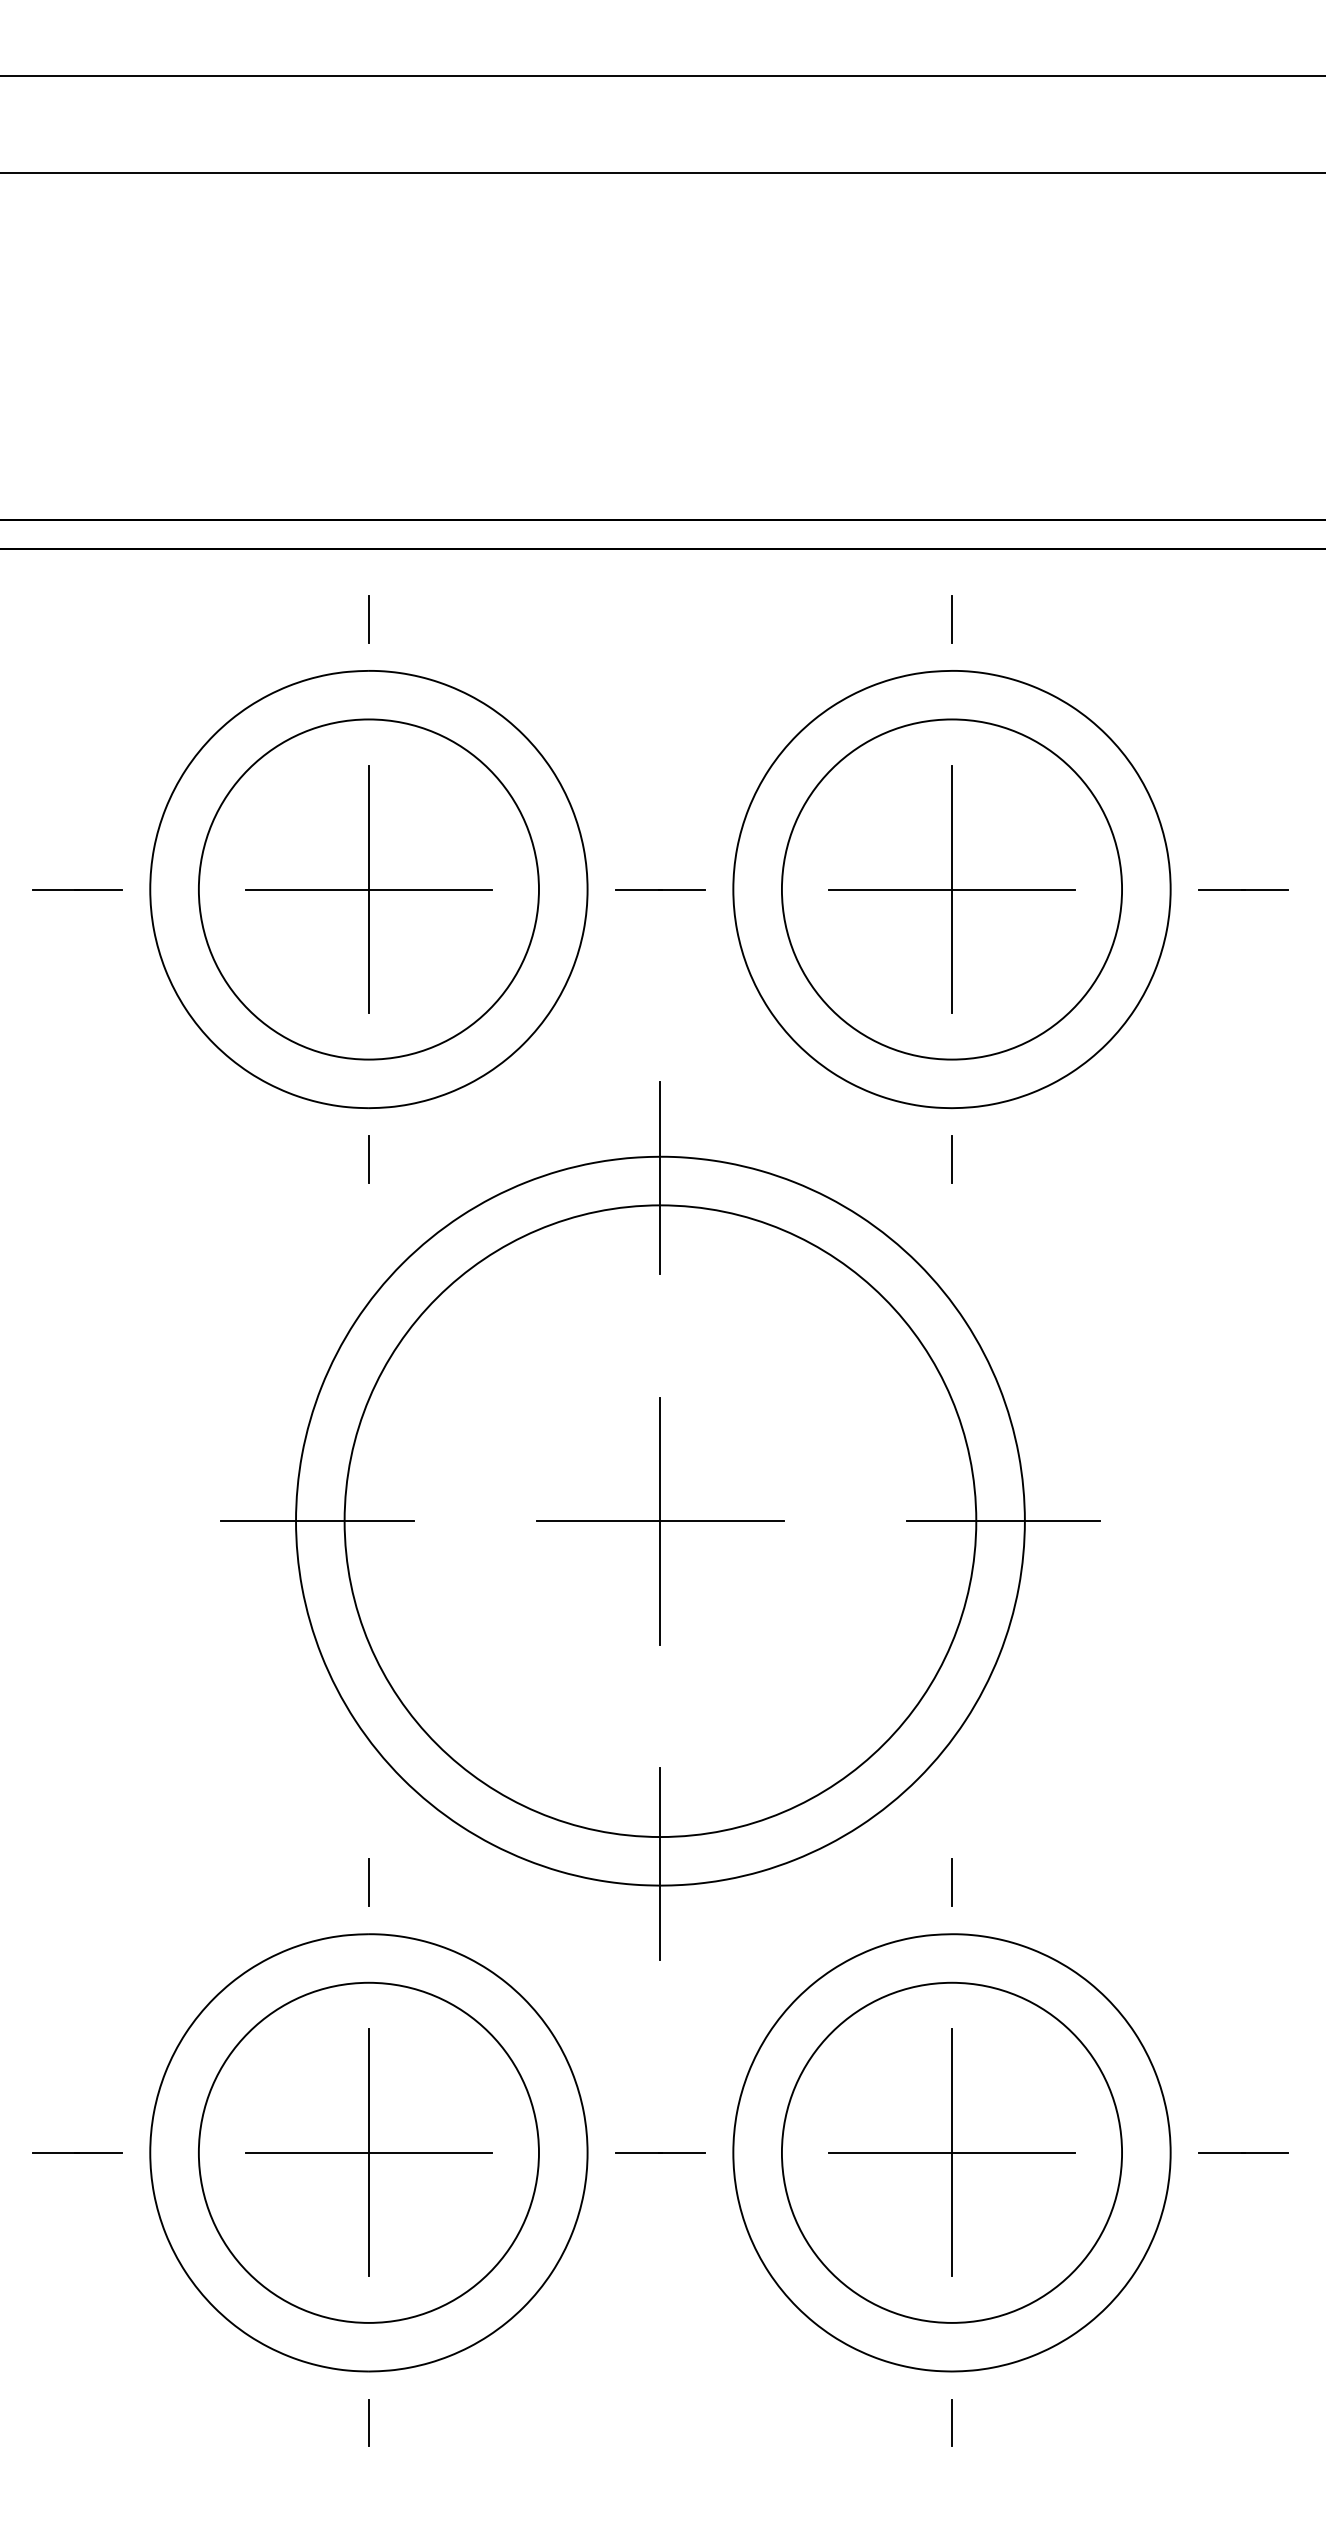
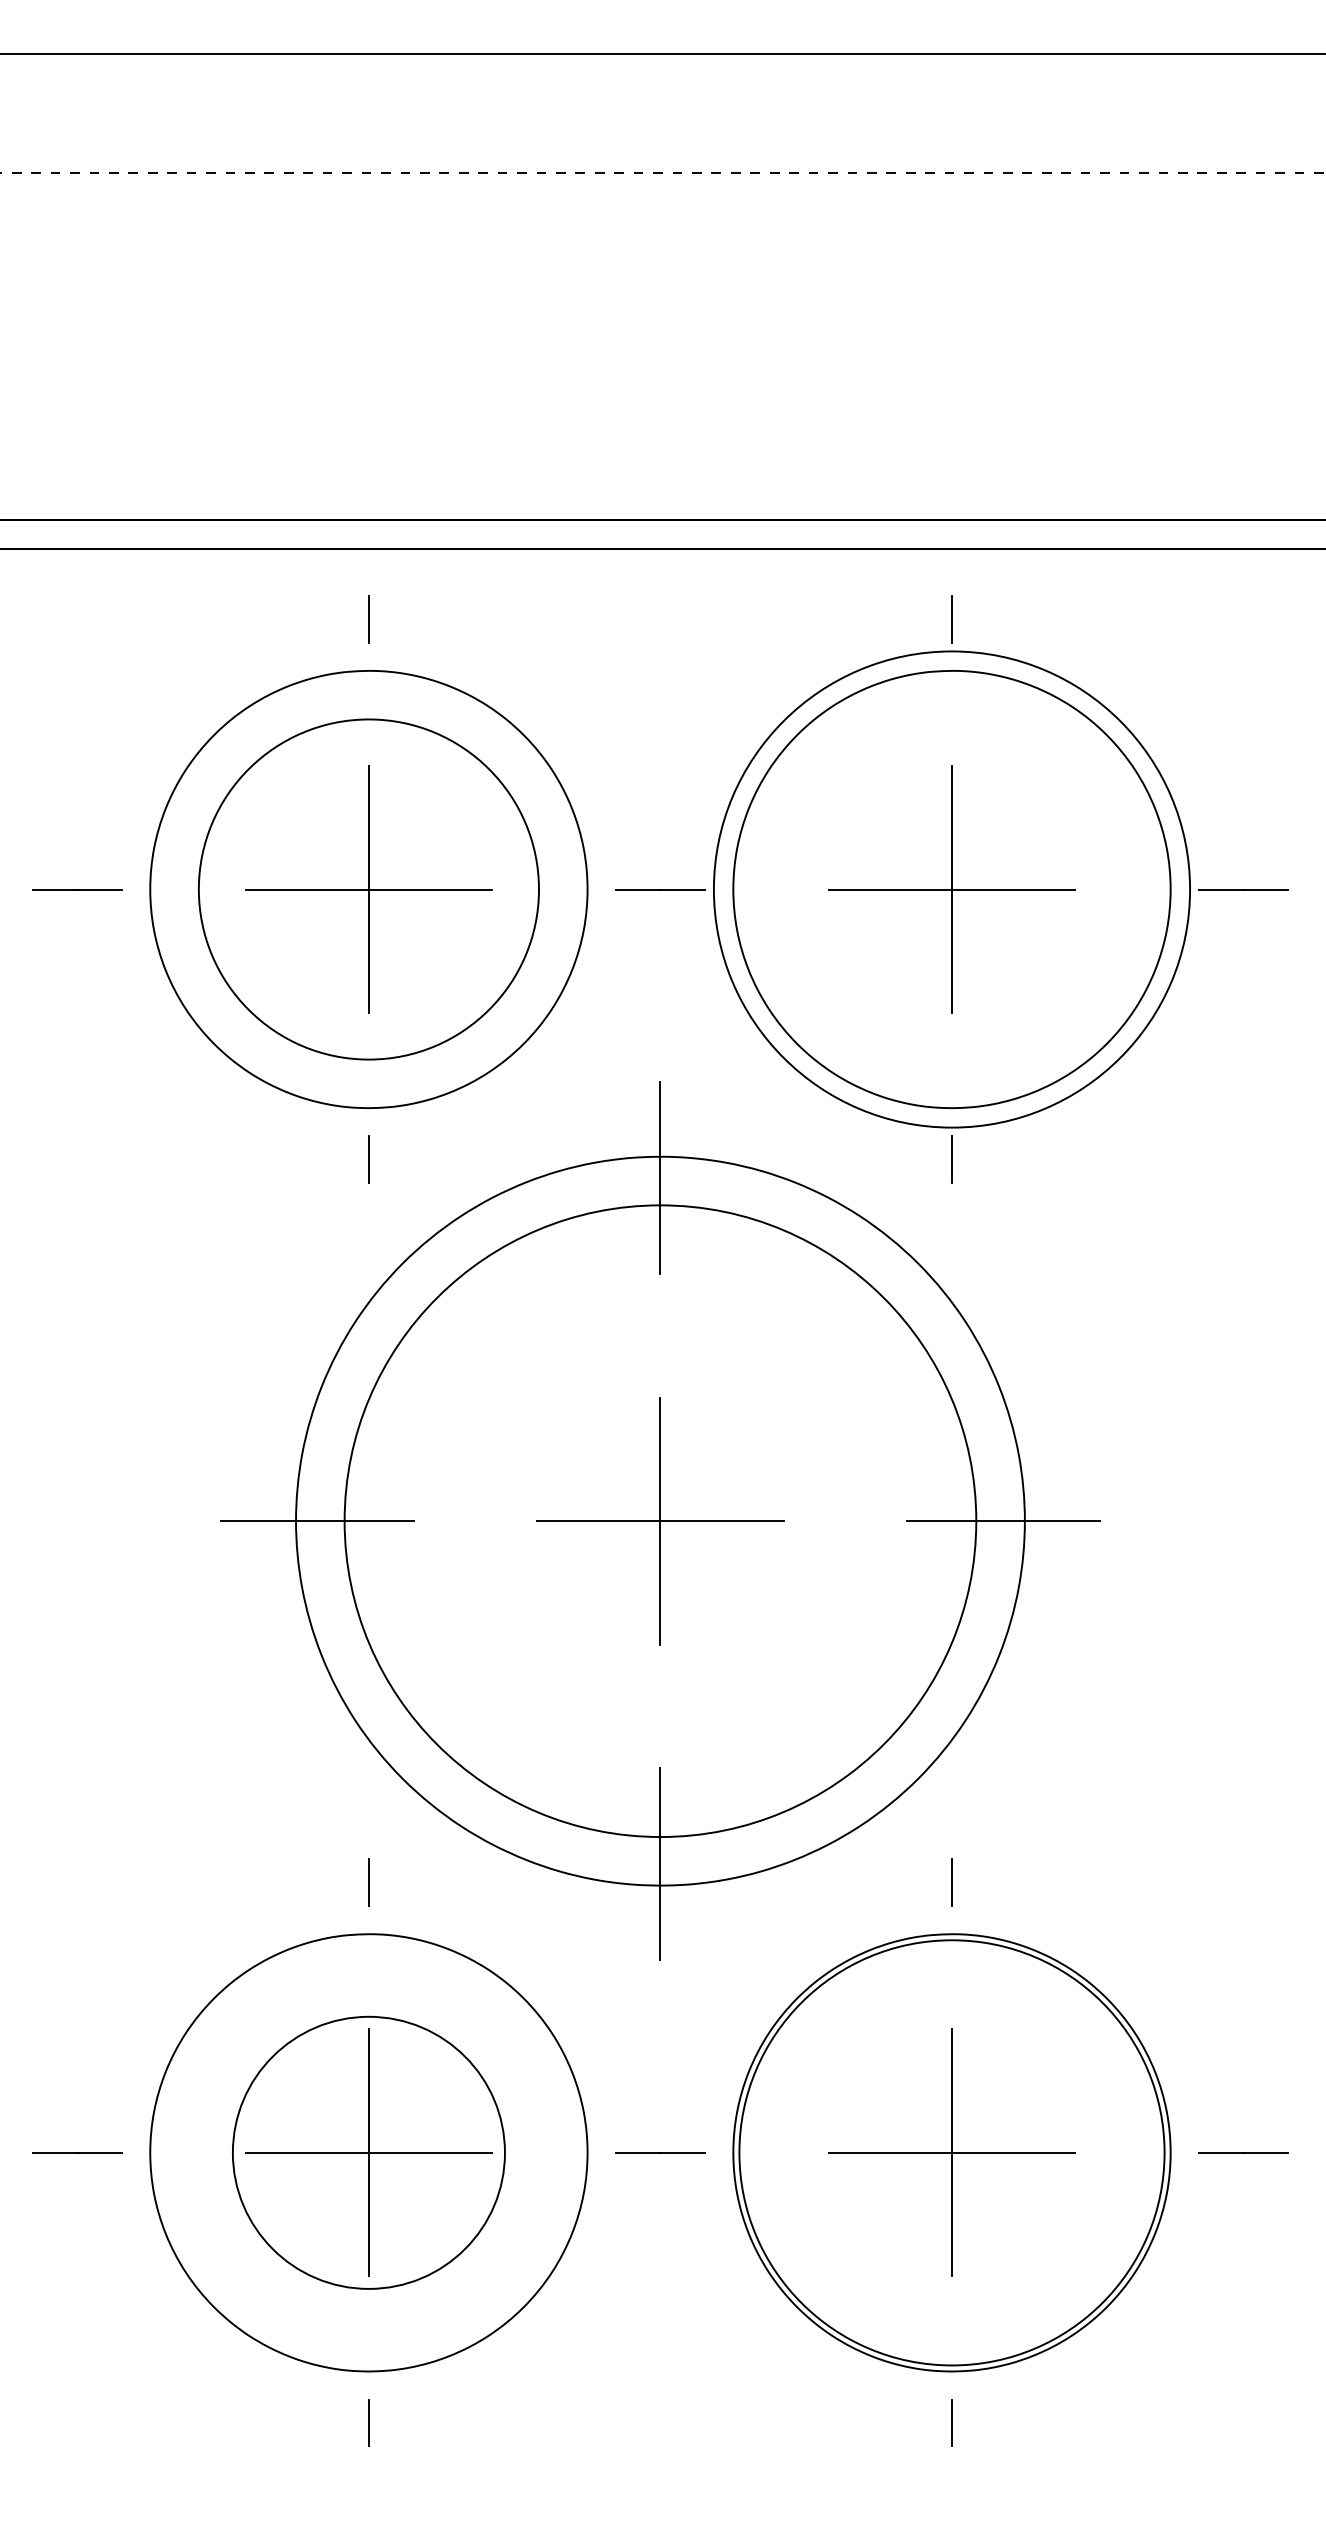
line at (662, 75) position: (662, 75) -> (662, 53)
line at (663, 172): solid -> dashed
circle at (951, 889) diameter: 340 px -> 476 px
circle at (368, 2152) diameter: 340 px -> 272 px
circle at (951, 2152) diameter: 340 px -> 425 px
